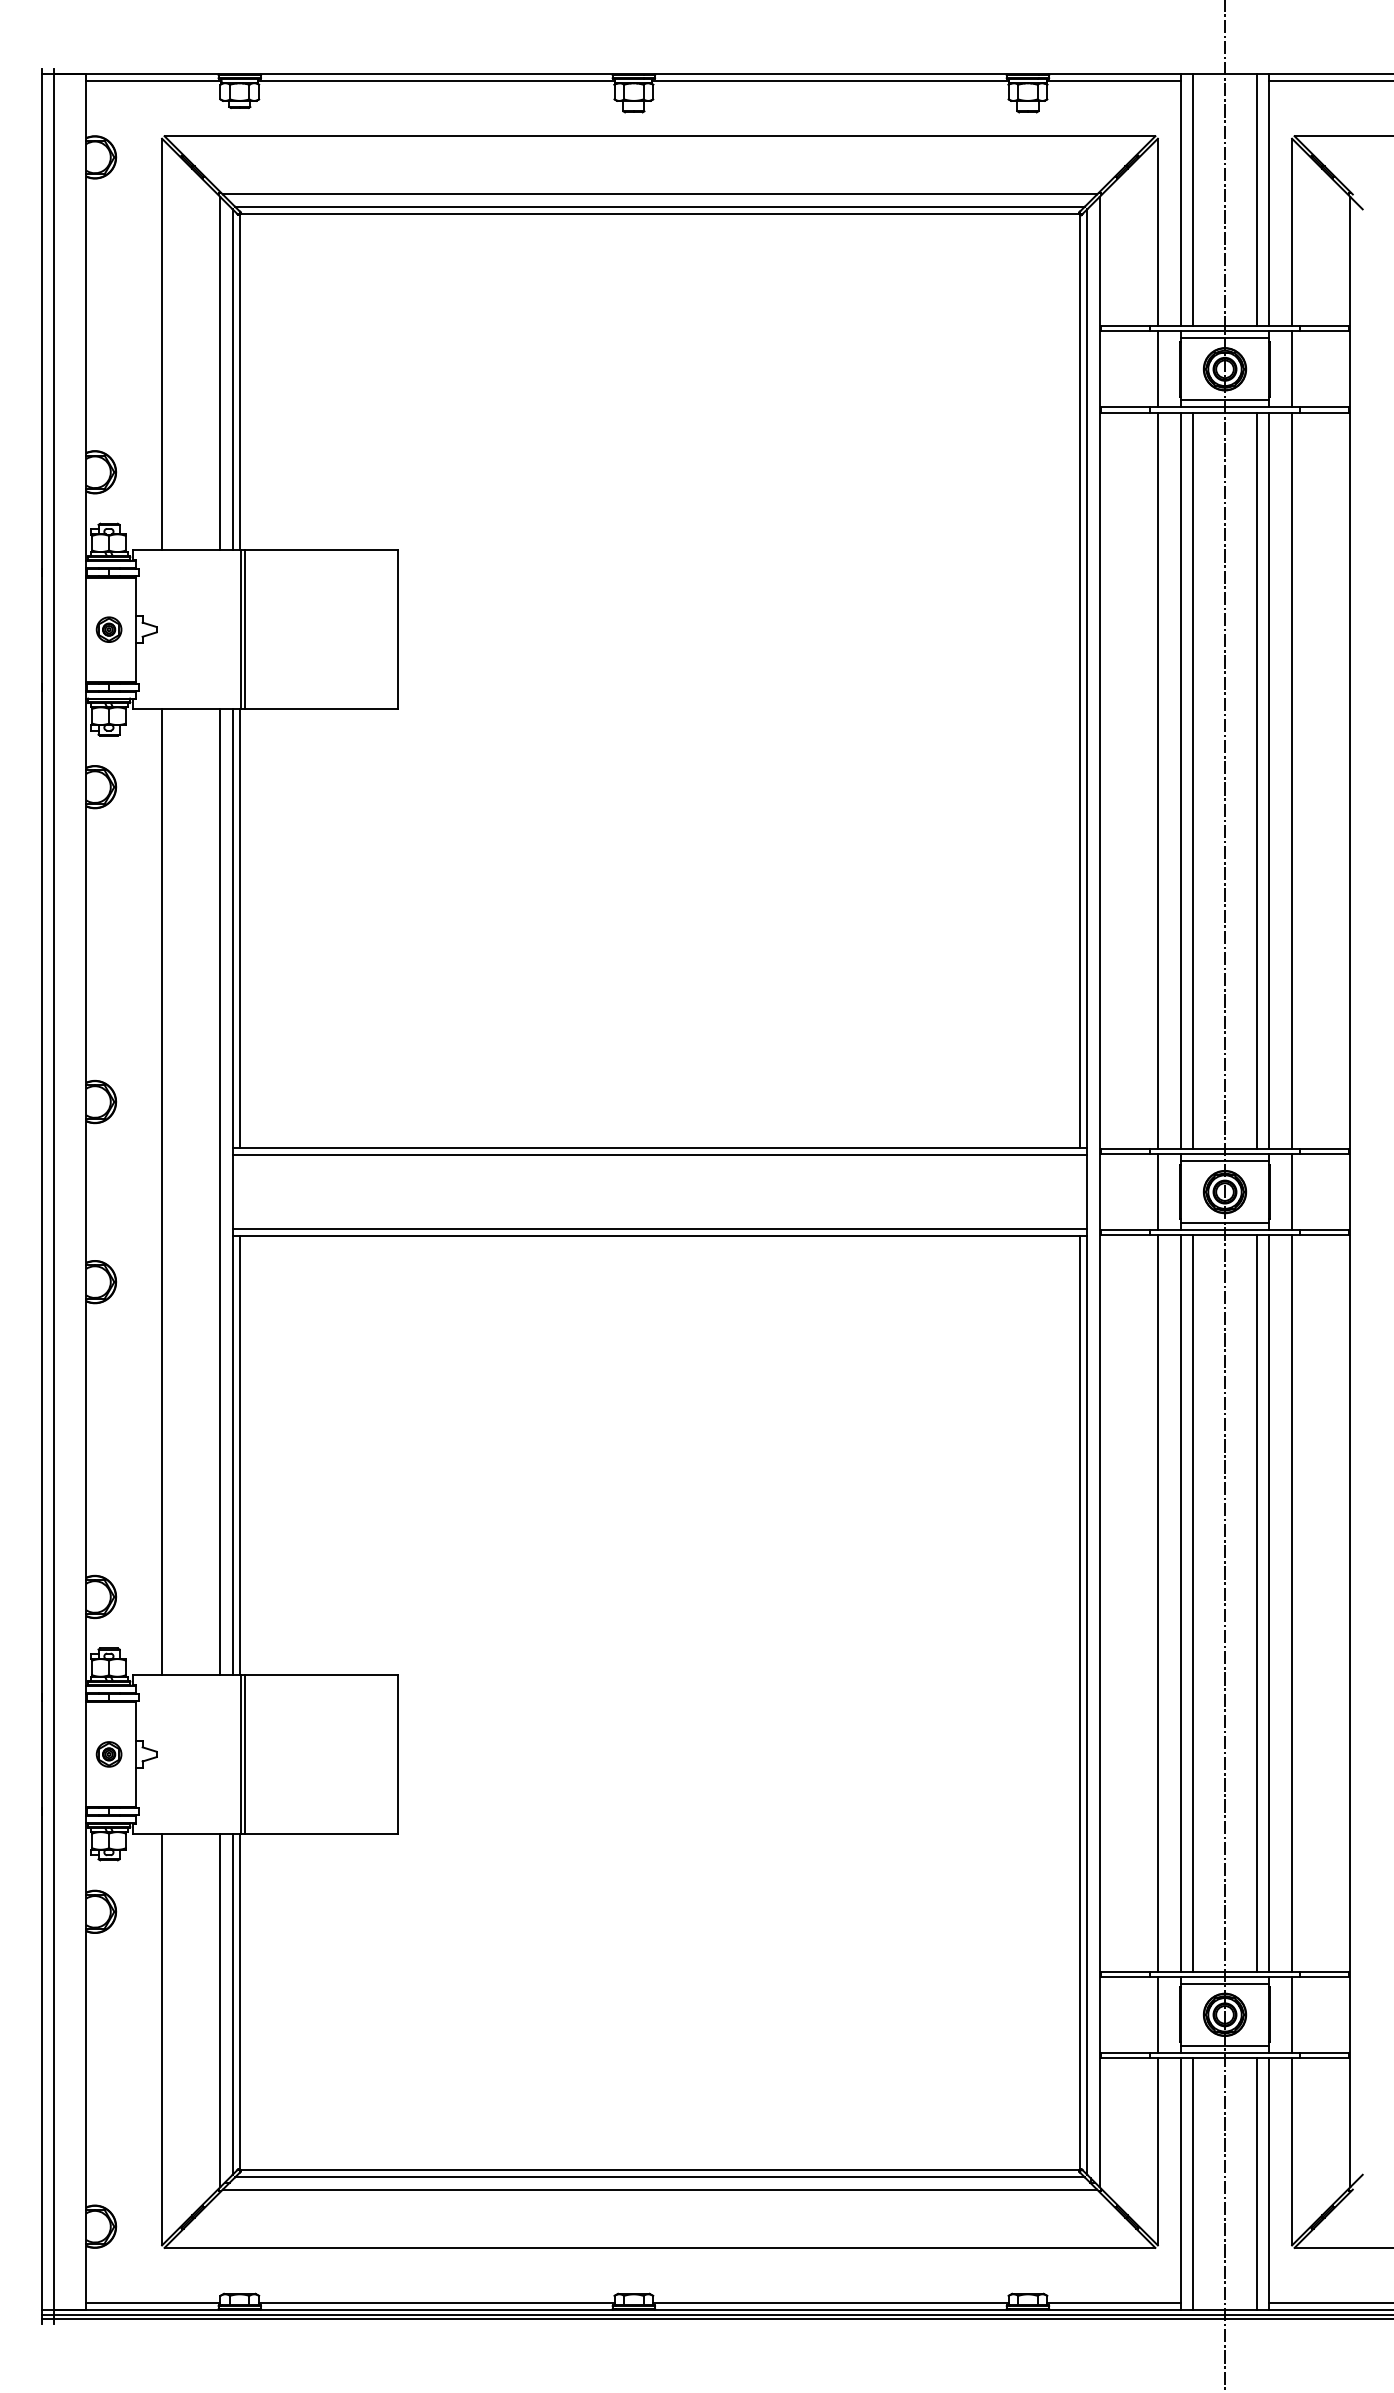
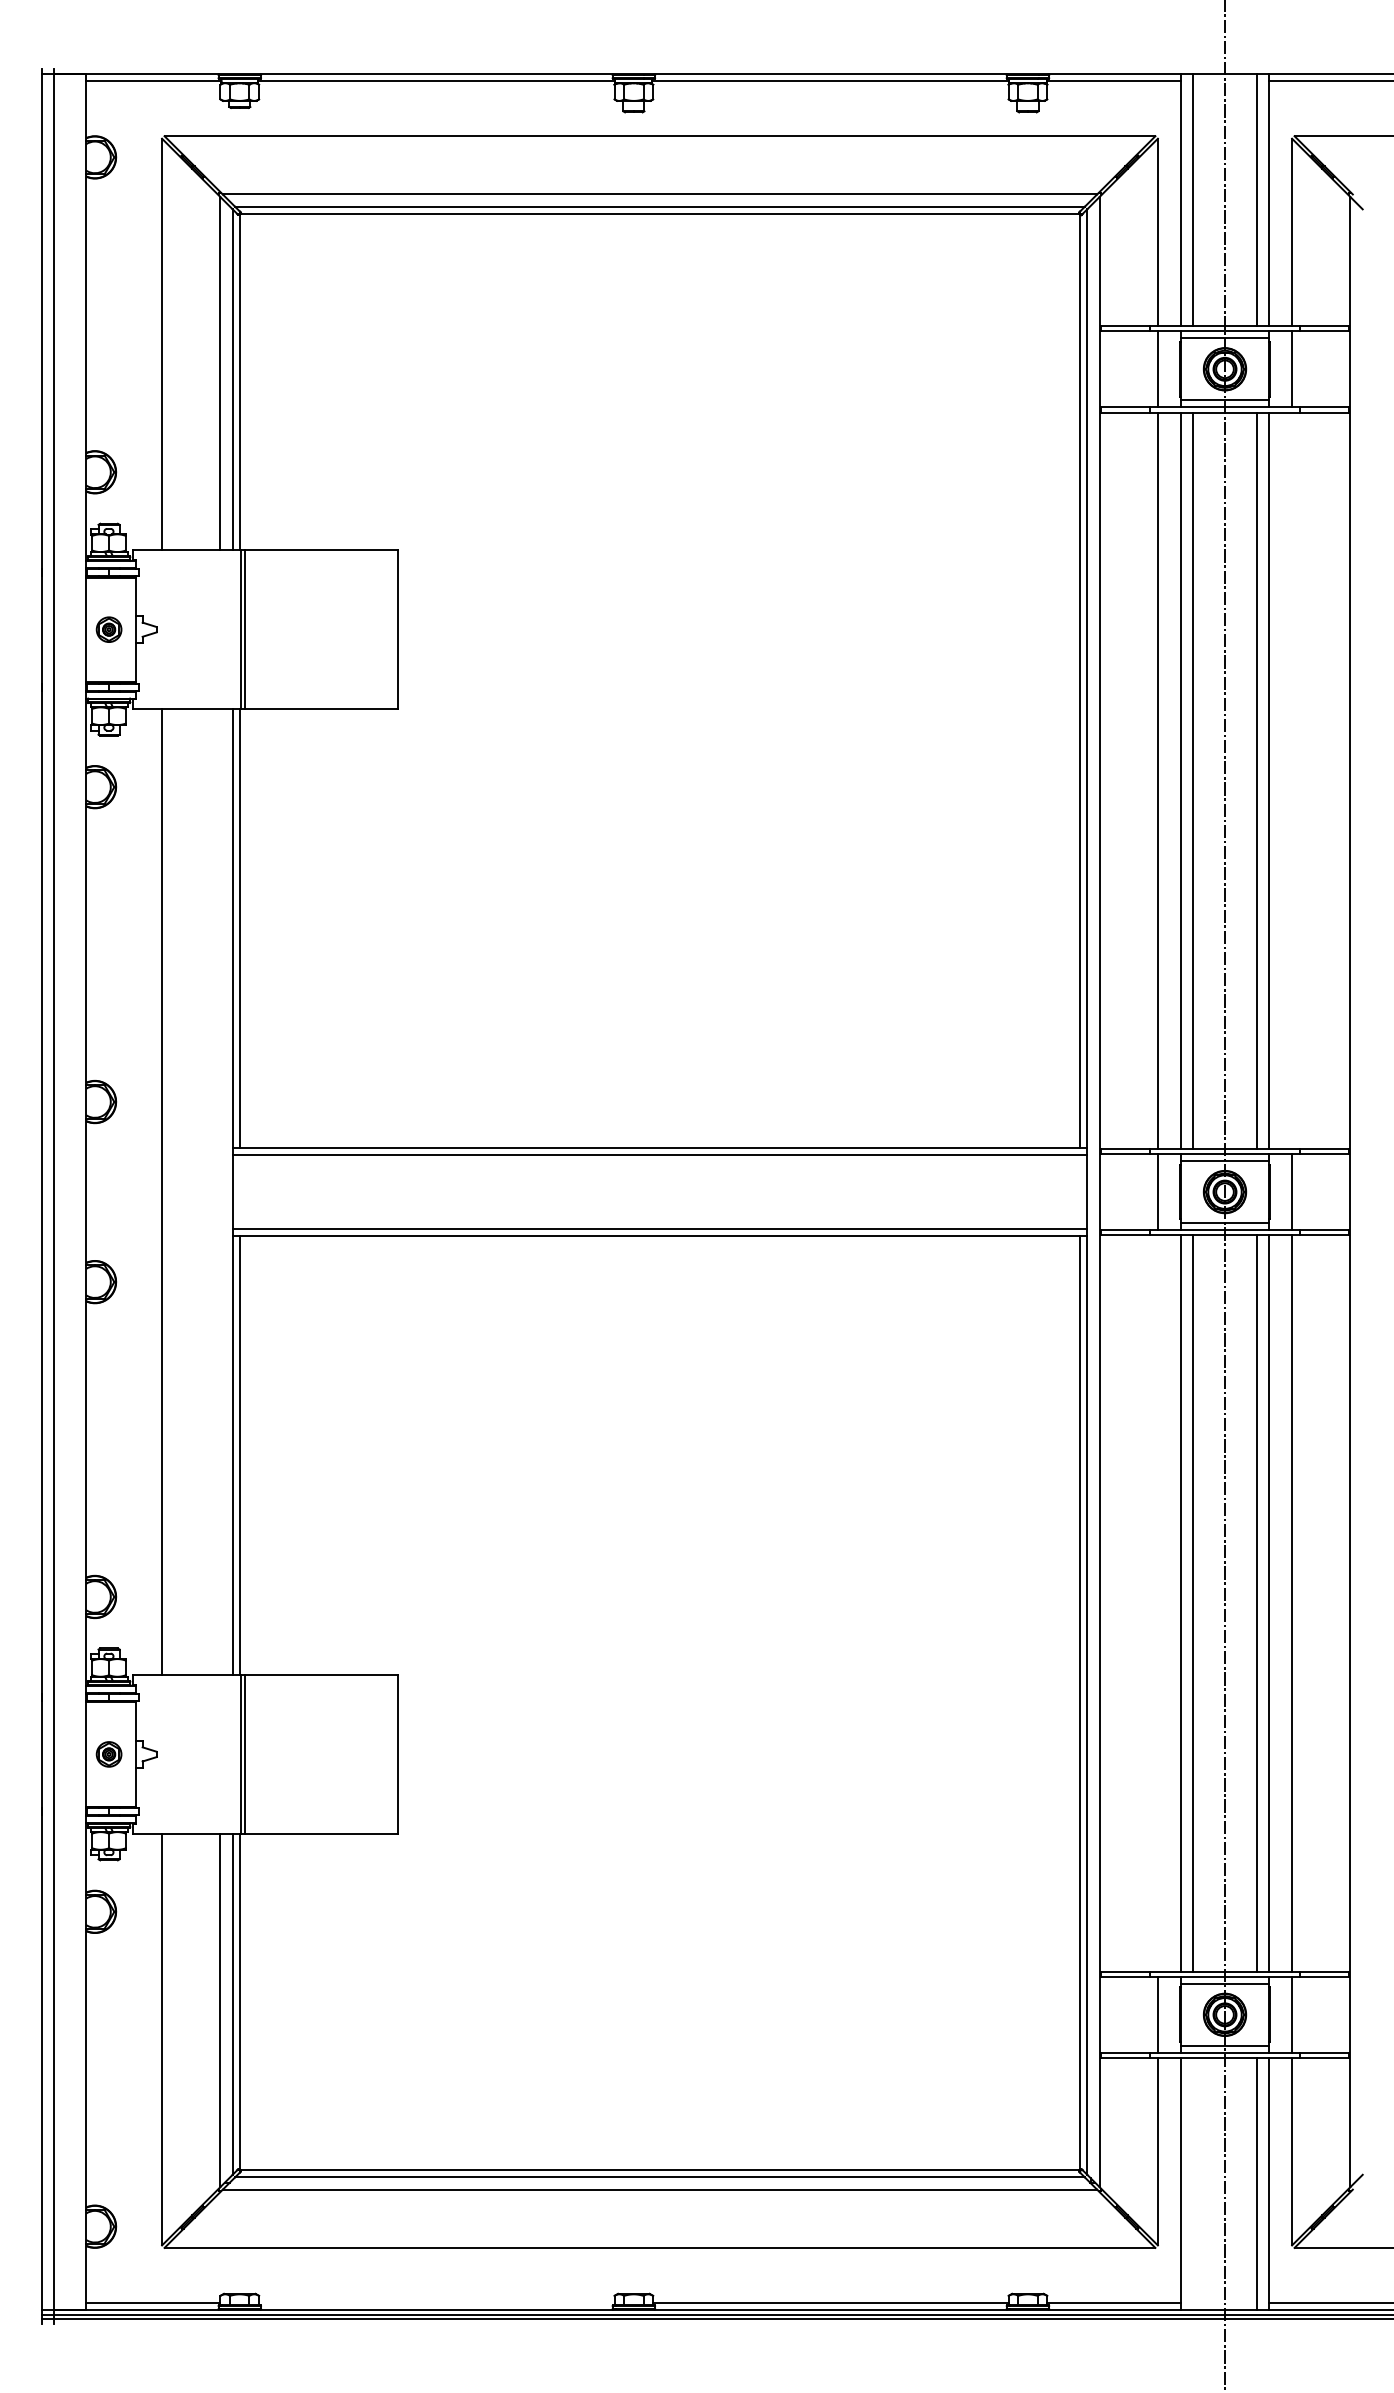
line at (1292, 780): present -> none
line at (220, 1191): present -> none
line at (1157, 1603): present -> none
line at (1193, 2183): present -> none
line at (436, 2302): present -> none
